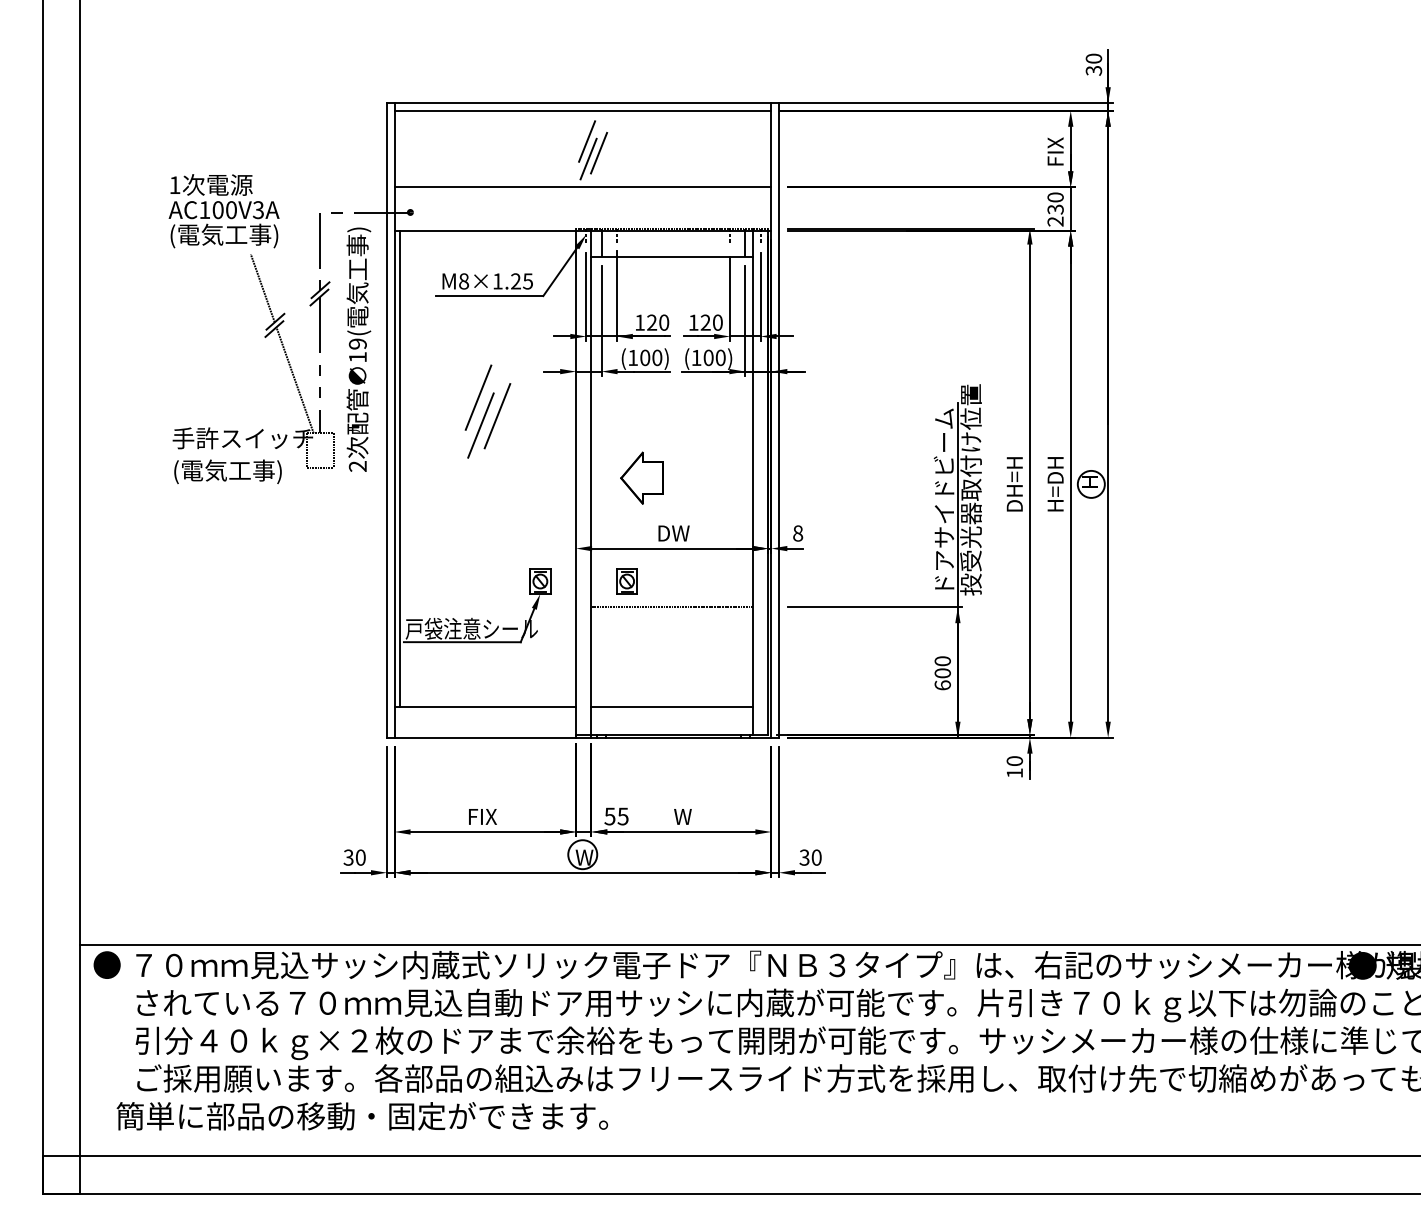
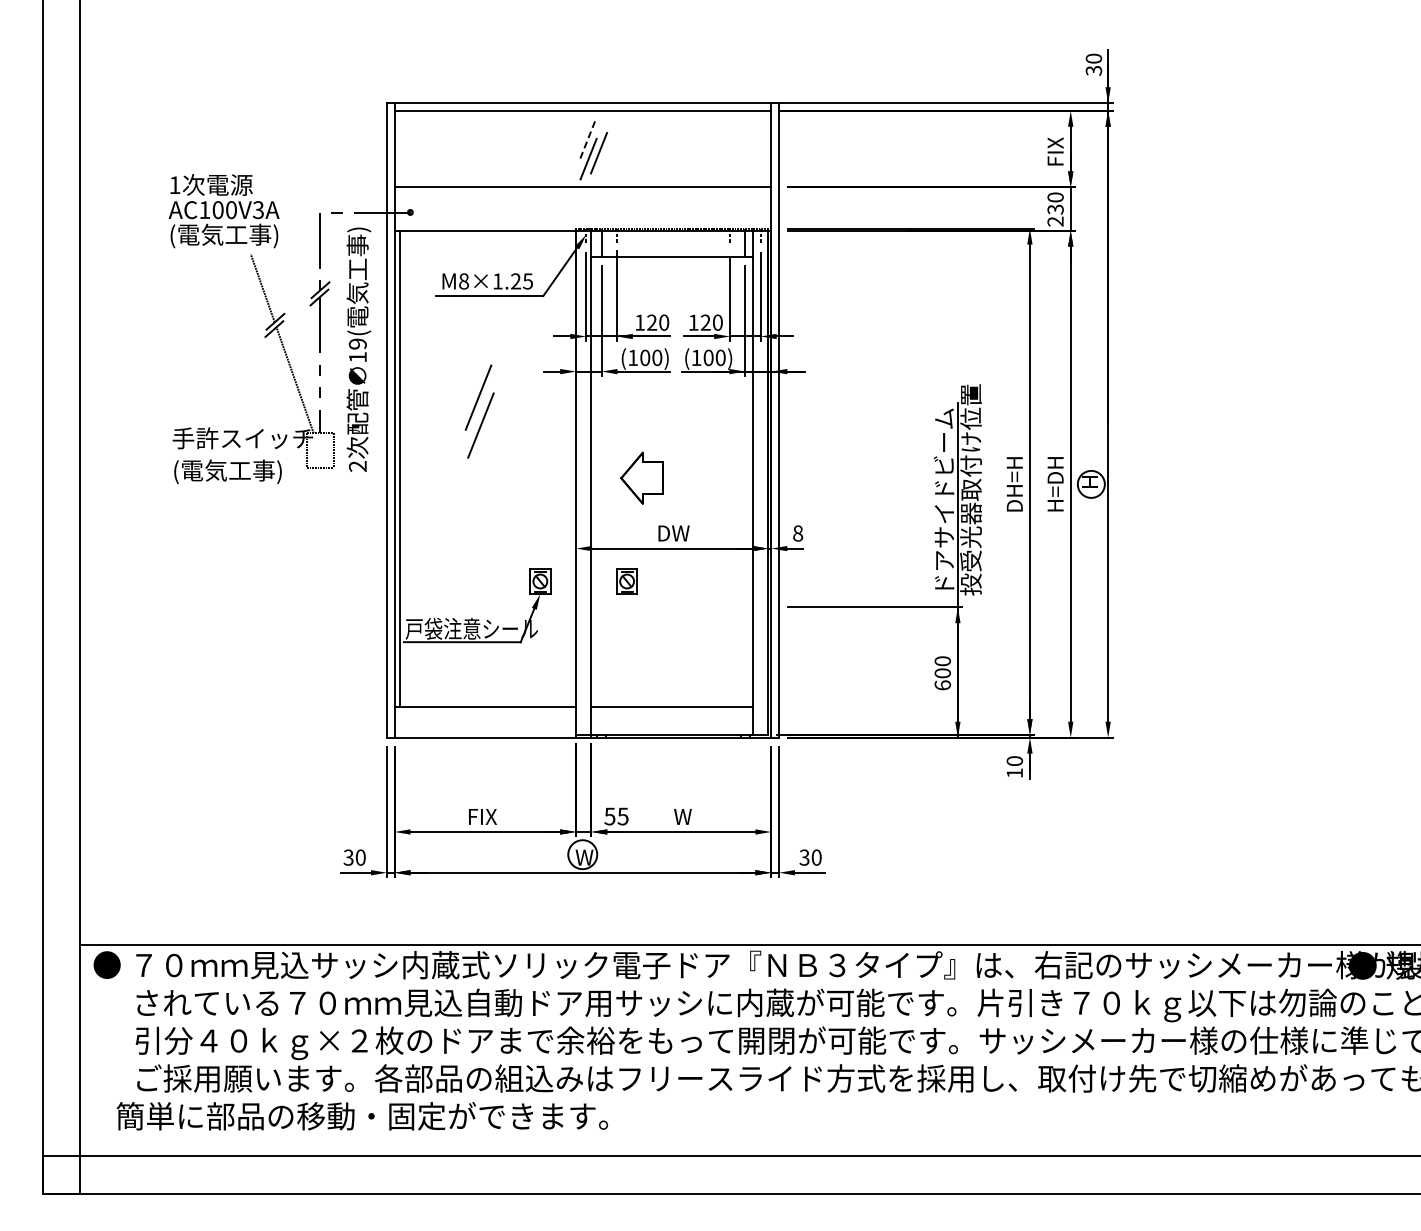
line at (587, 141): solid -> dashed
line at (497, 416): present -> none
line at (672, 607): present -> none
